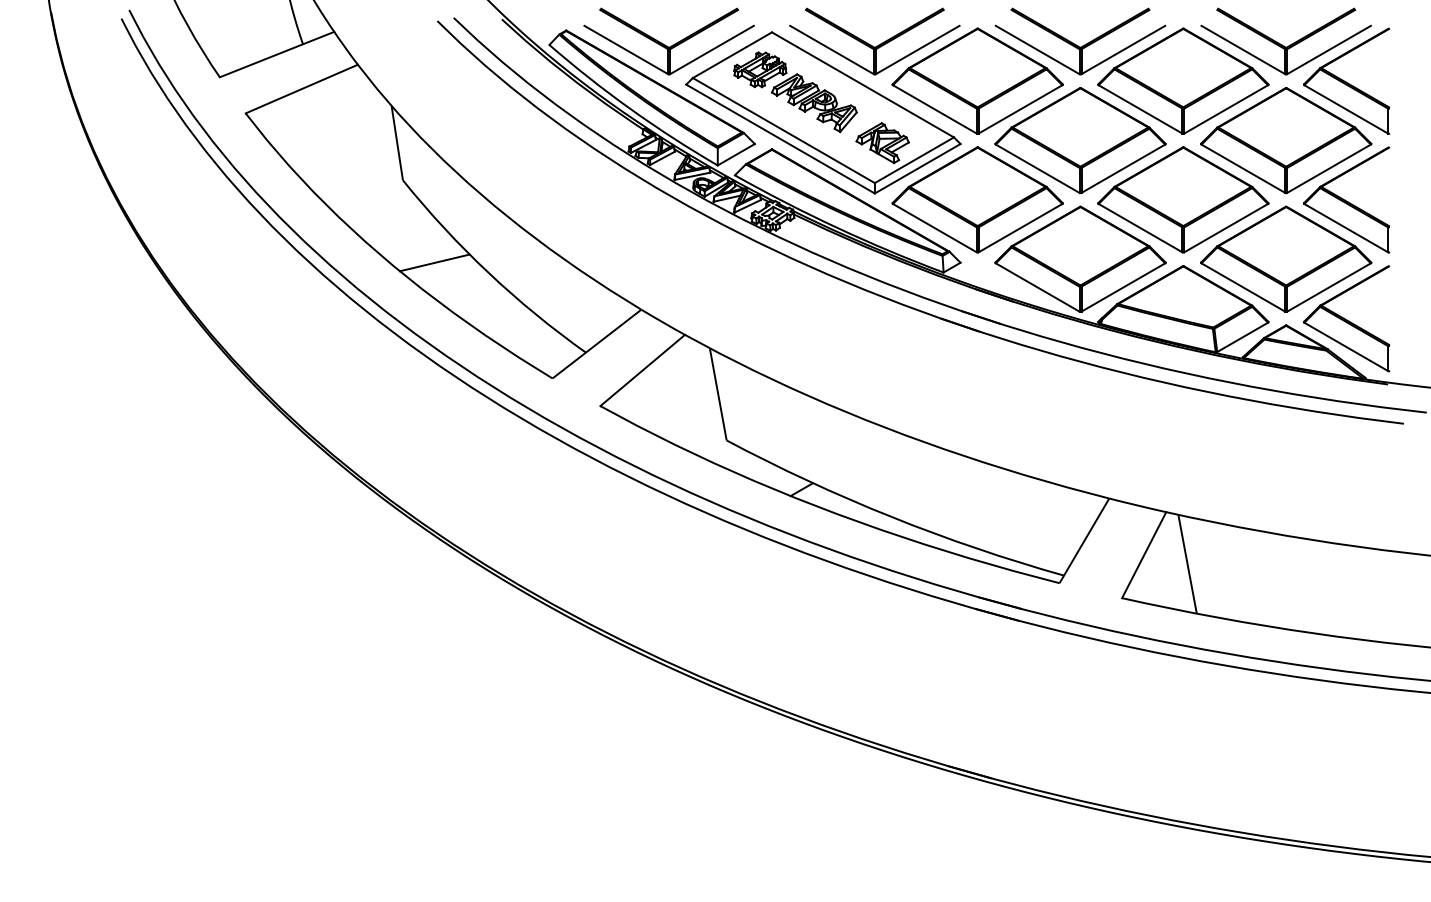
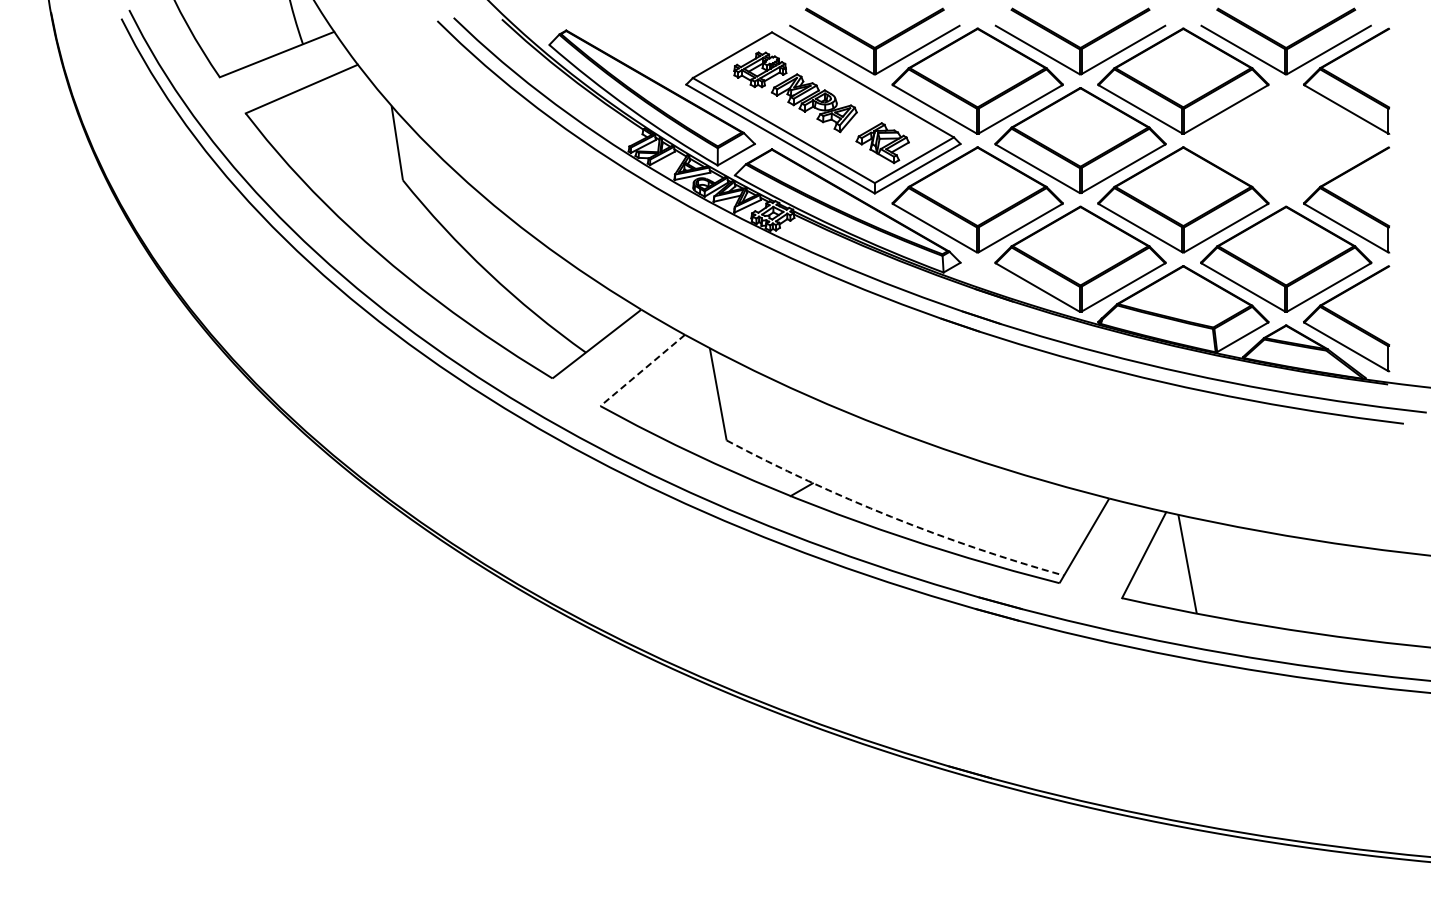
part at (668, 41): present -> none
part at (1286, 140): present -> none
line at (434, 262): present -> none
line at (642, 370): solid -> dashed
arc at (891, 517): solid -> dashed
